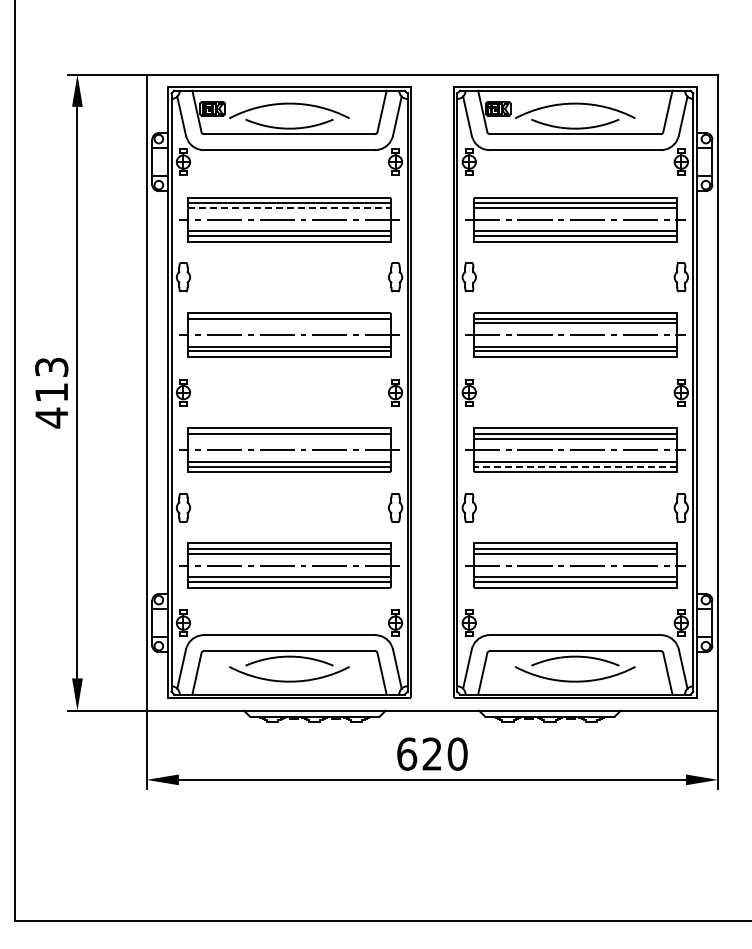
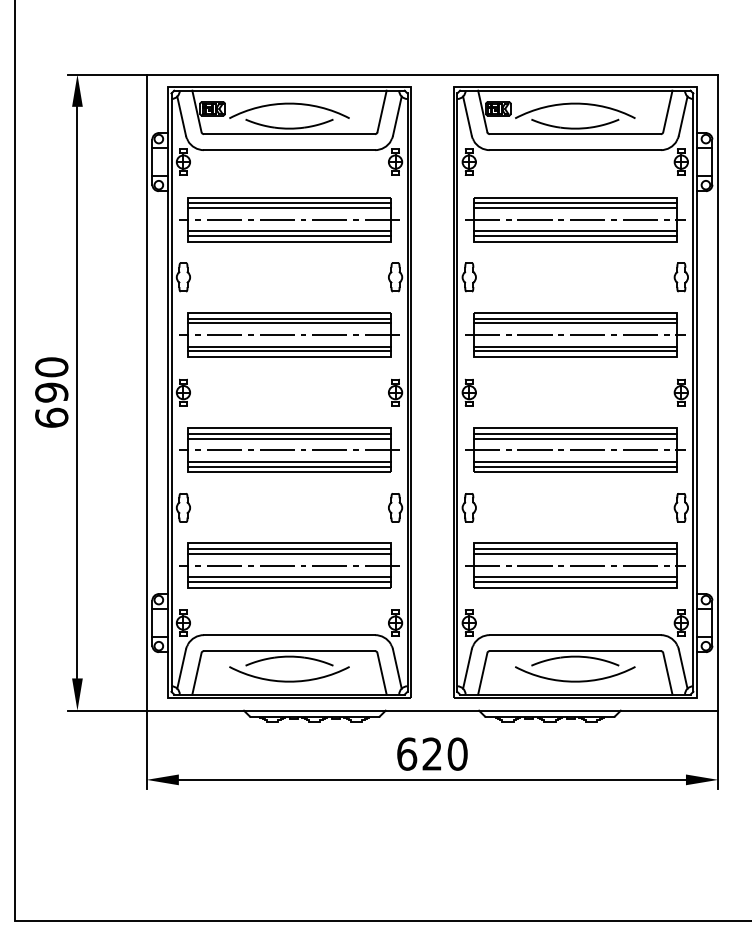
line at (290, 208): dashed -> solid
line at (289, 323): none -> present
text at (51, 392): 413 -> 690
line at (289, 438): none -> present
line at (574, 466): dashed -> solid
